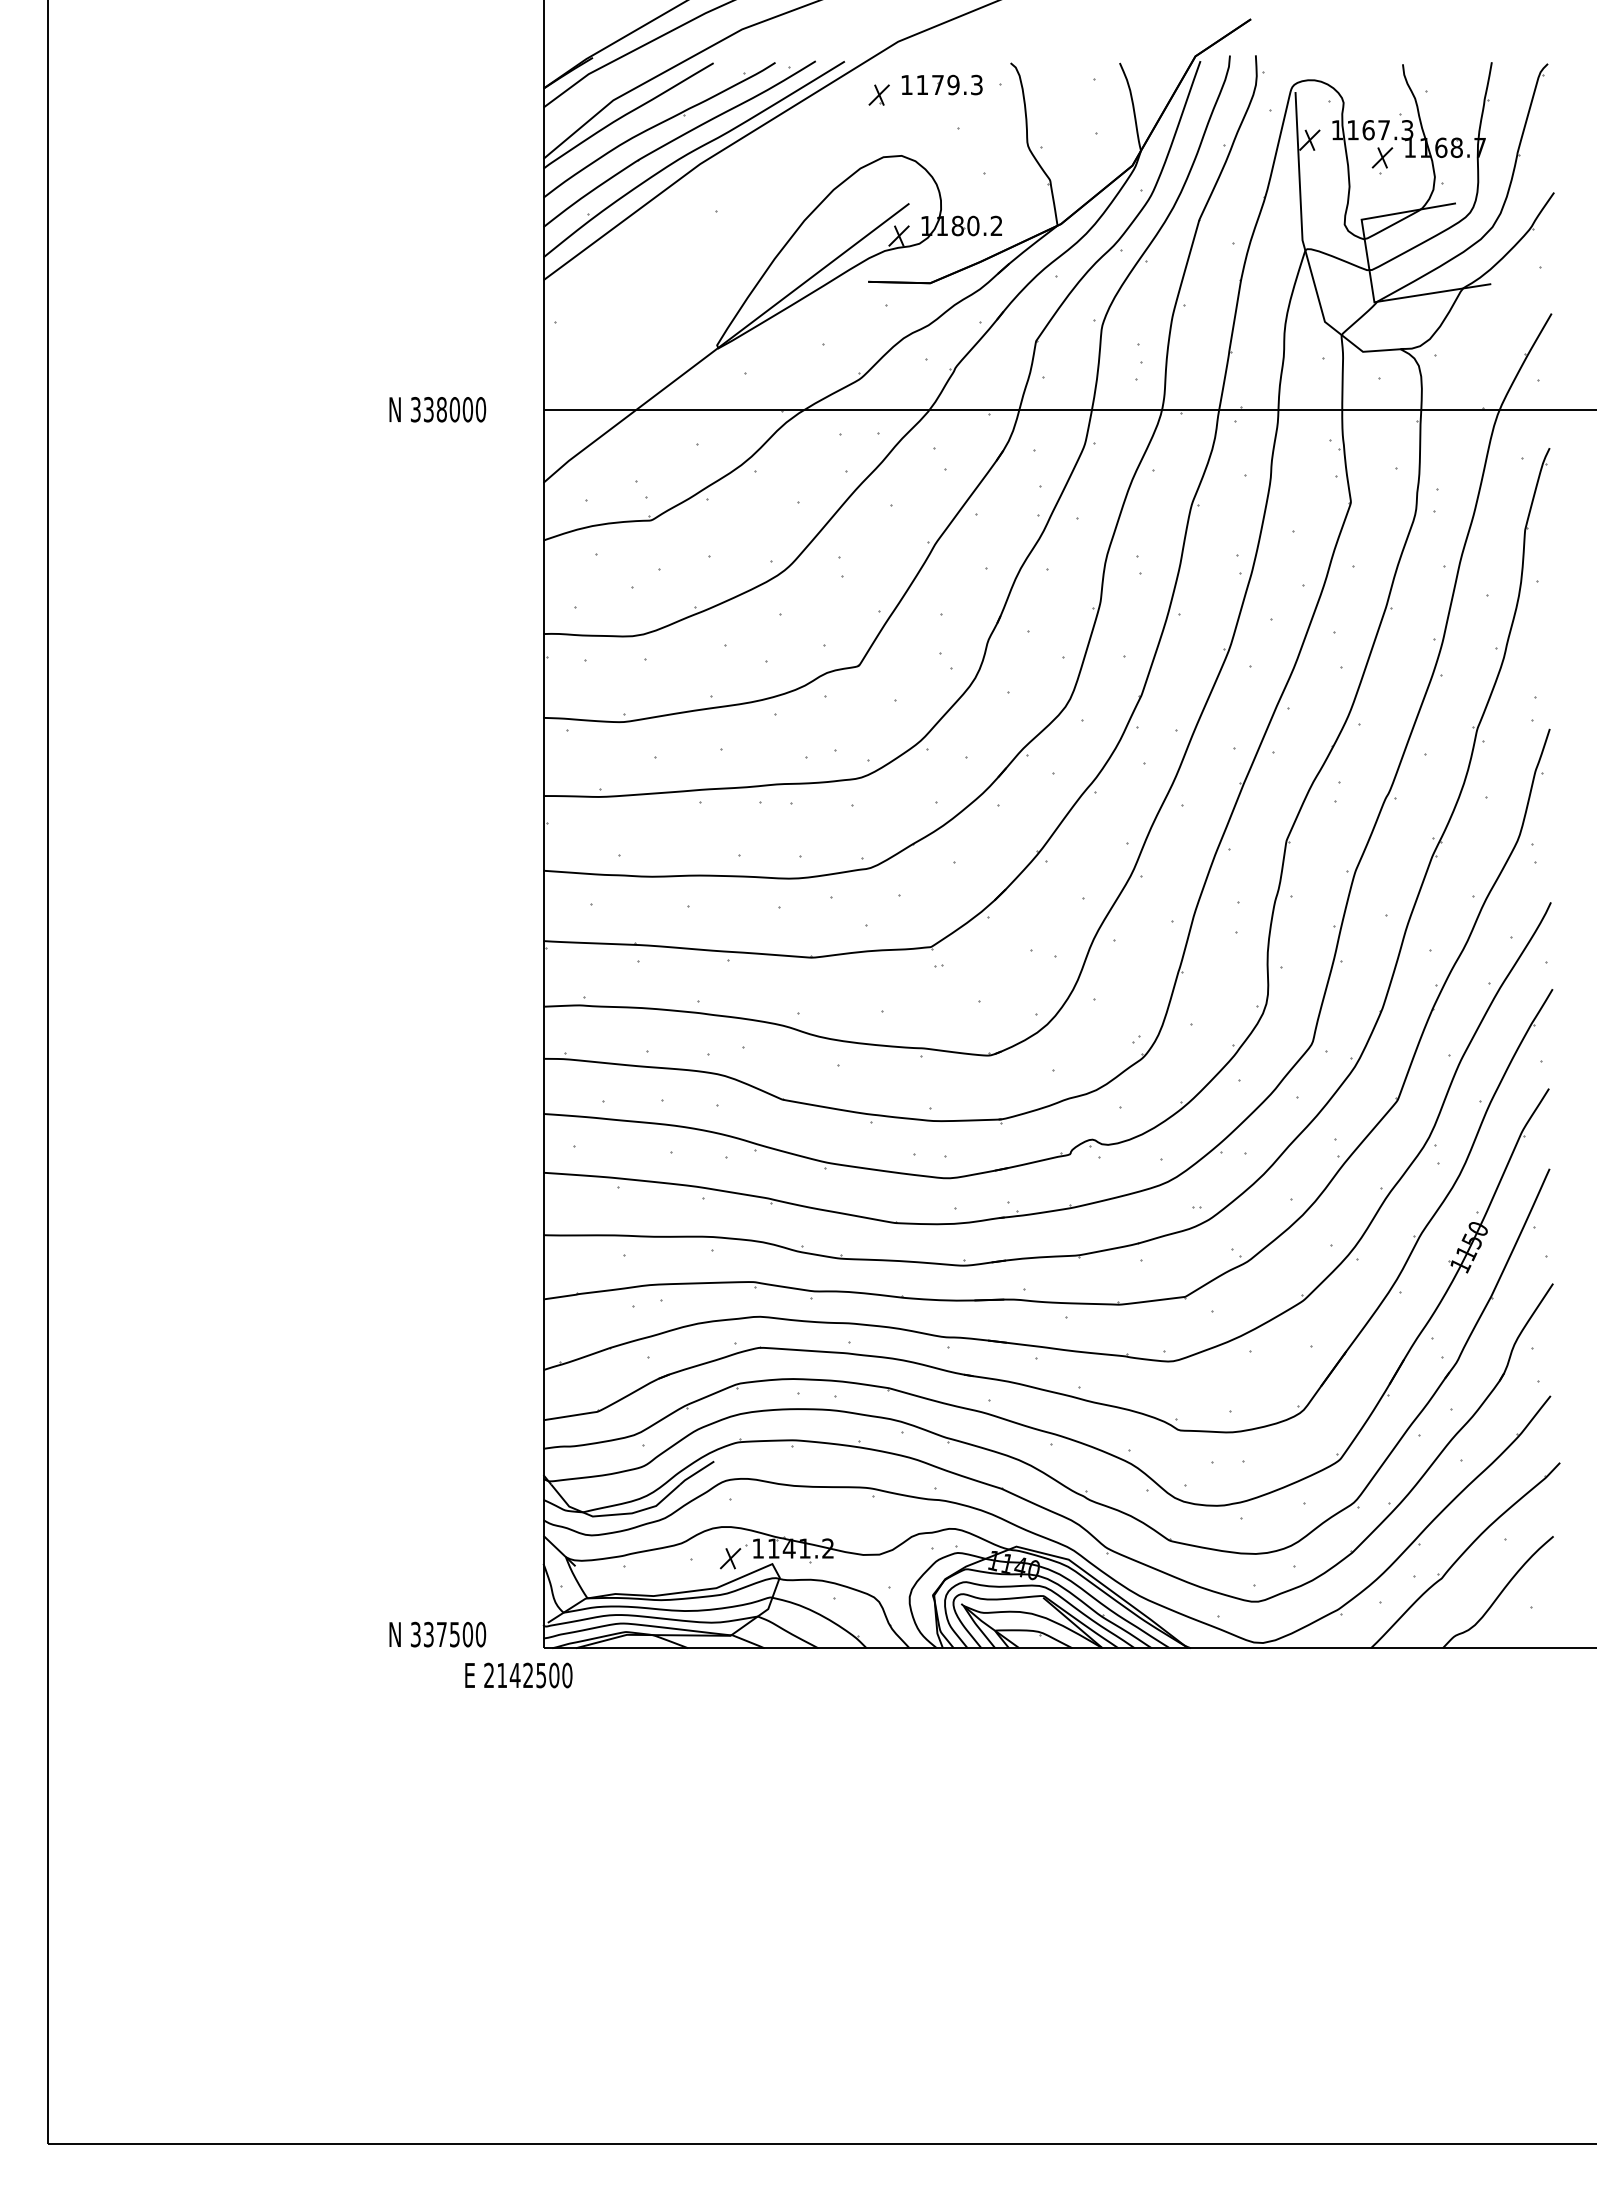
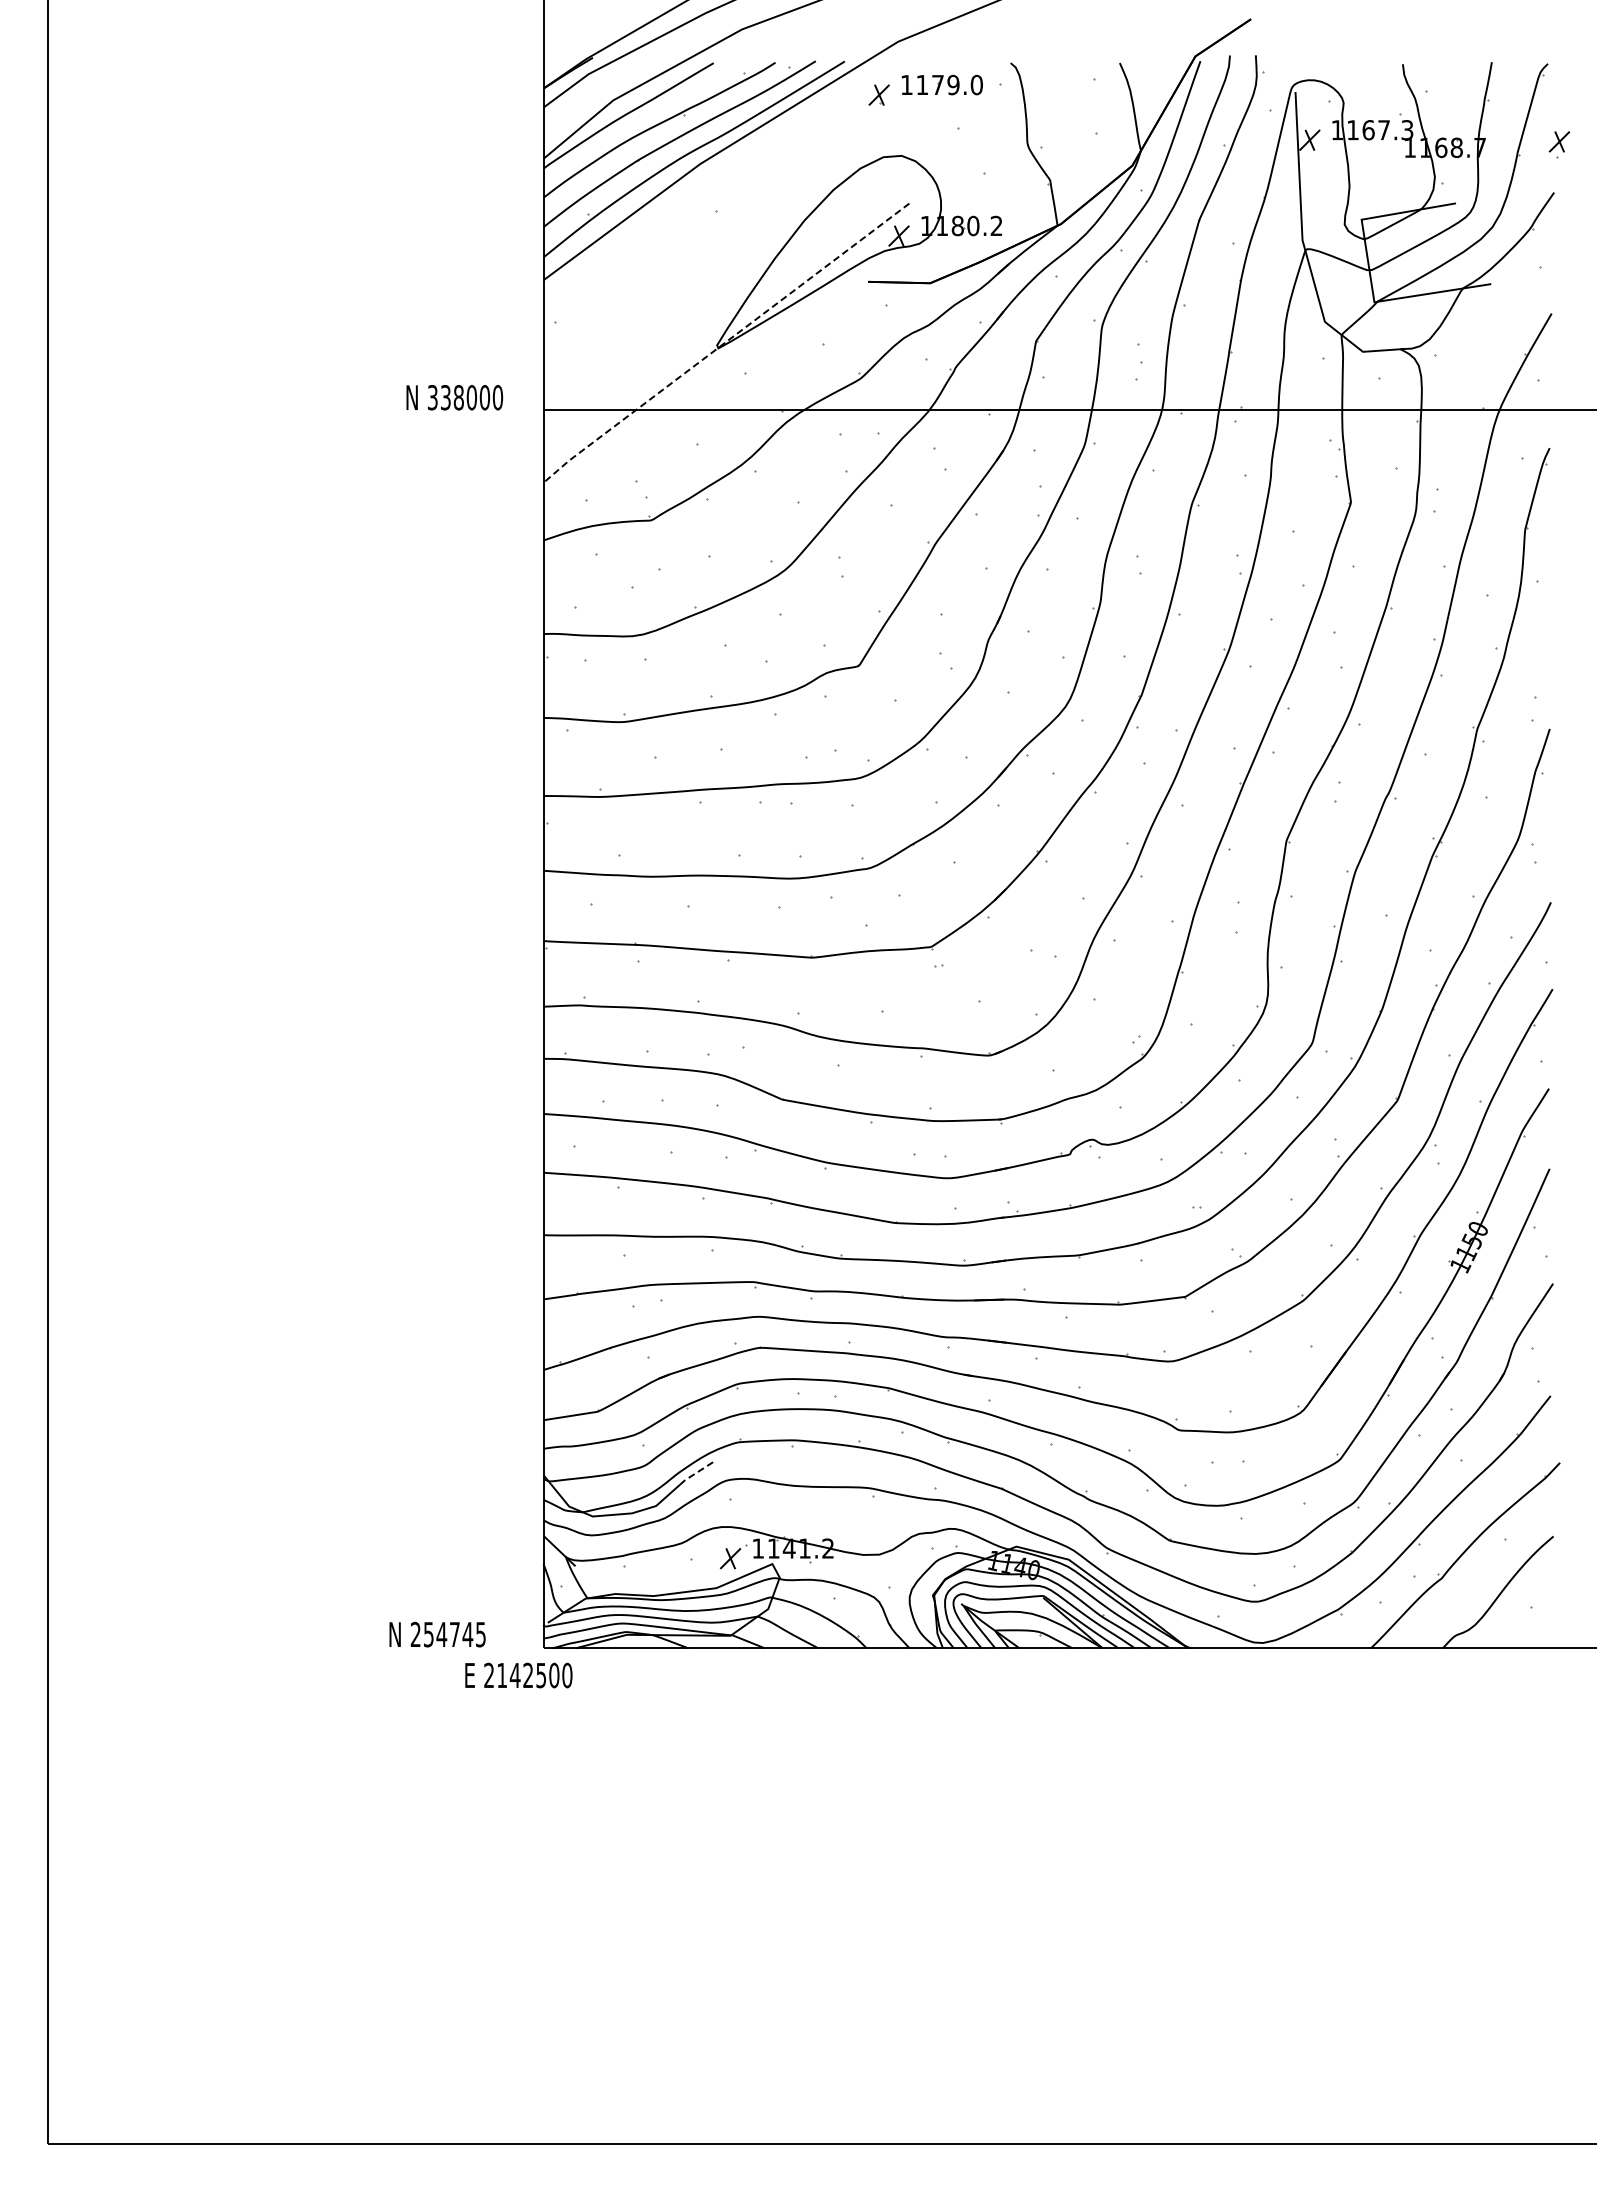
text at (976, 84): 1179.3 -> 1179.0
part at (1382, 160) position: (1382, 160) -> (1559, 144)
line at (725, 342): solid -> dashed
text at (437, 409) position: (437, 409) -> (454, 397)
line at (696, 1472): solid -> dashed
text at (448, 1634): 337500 -> 254745
